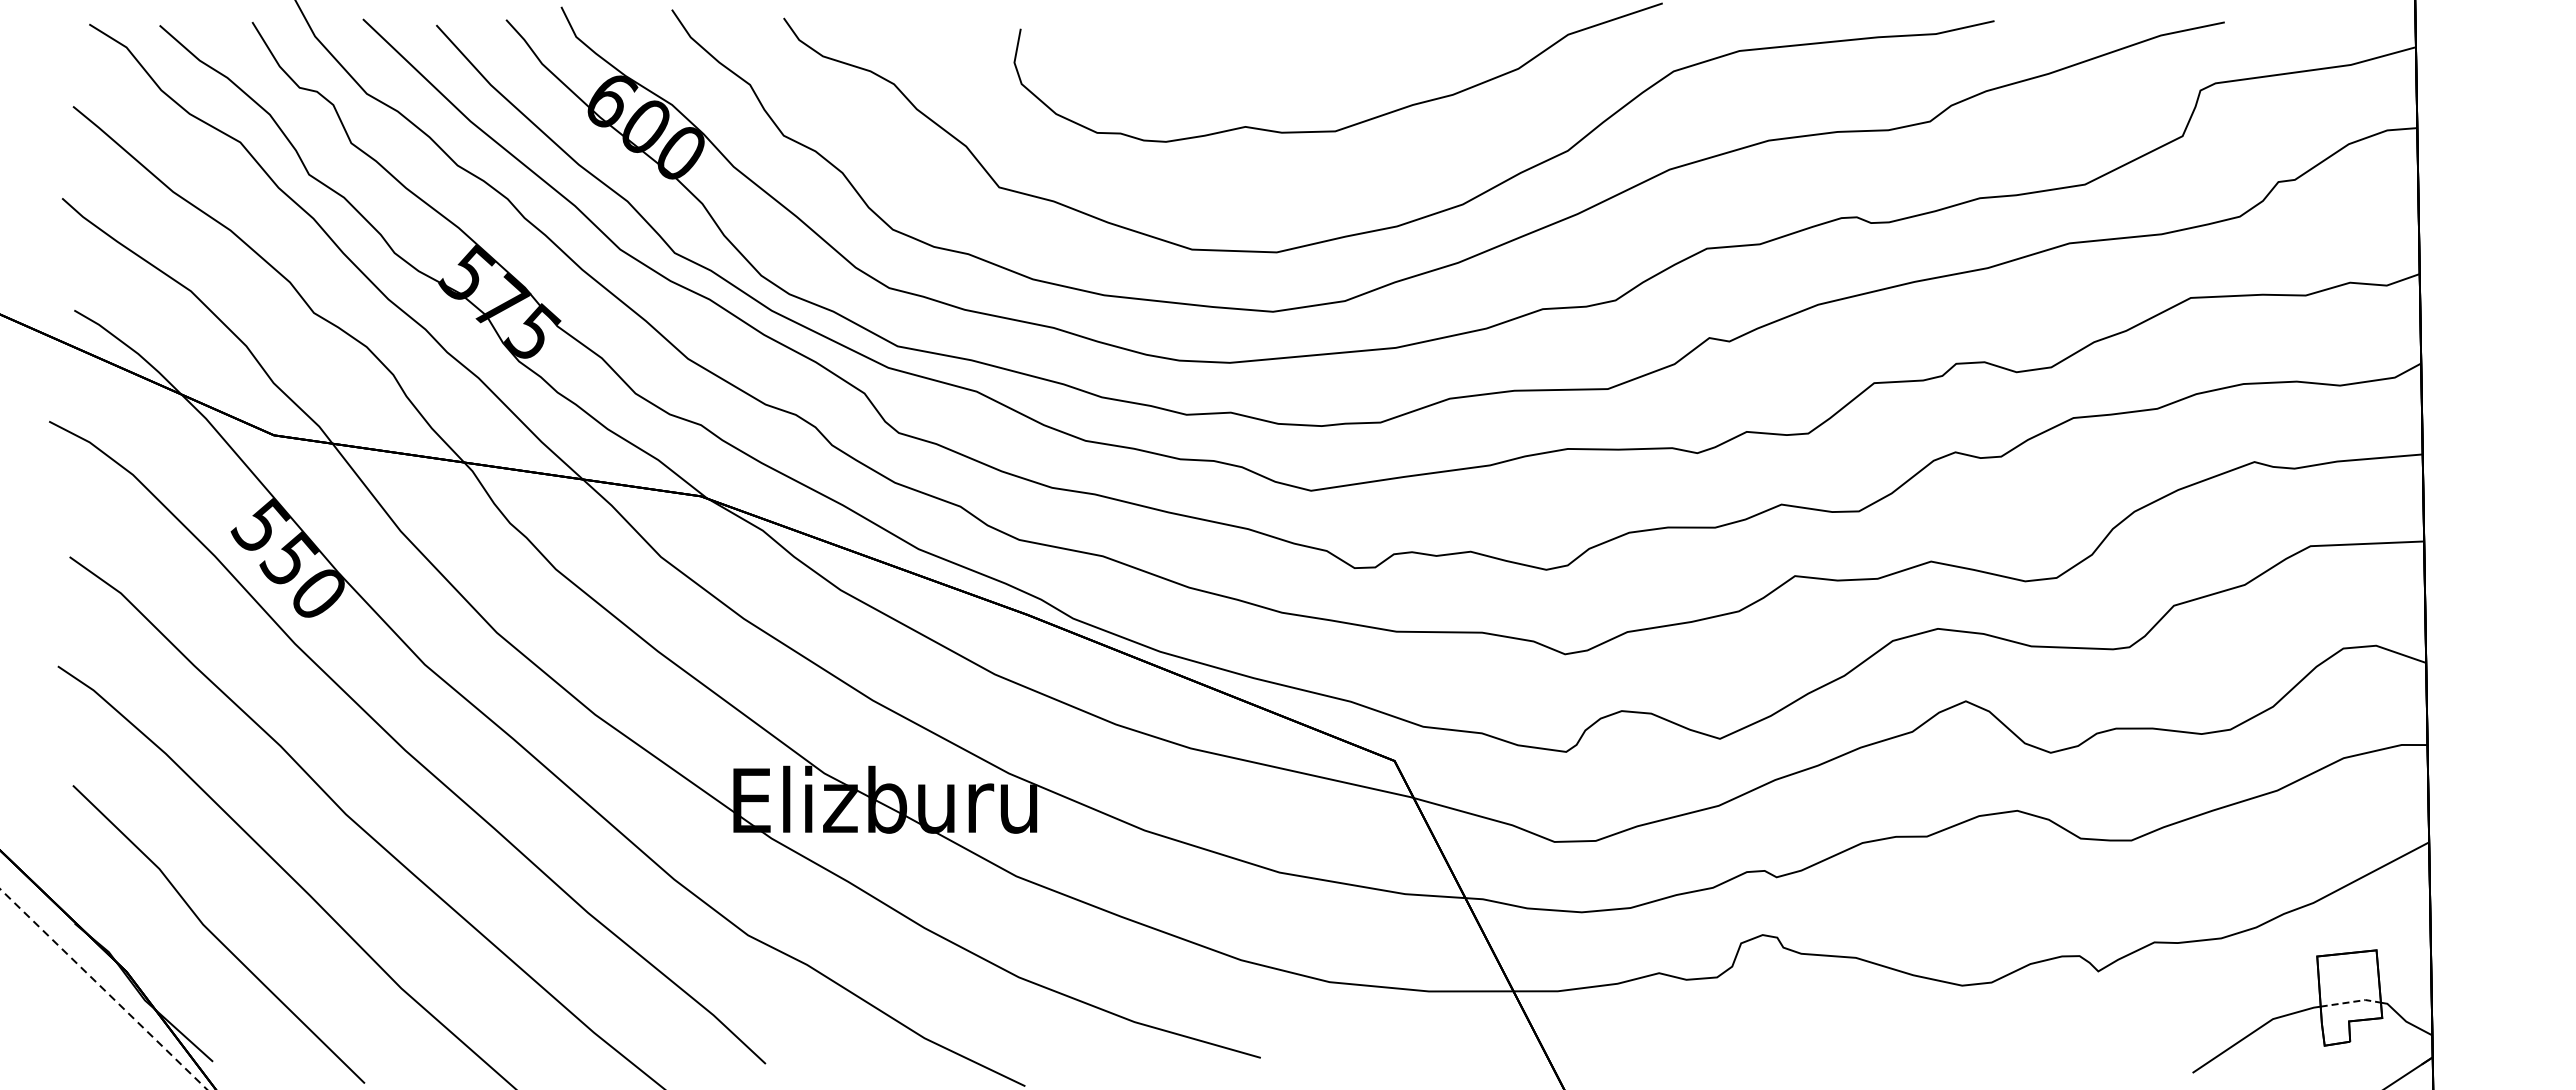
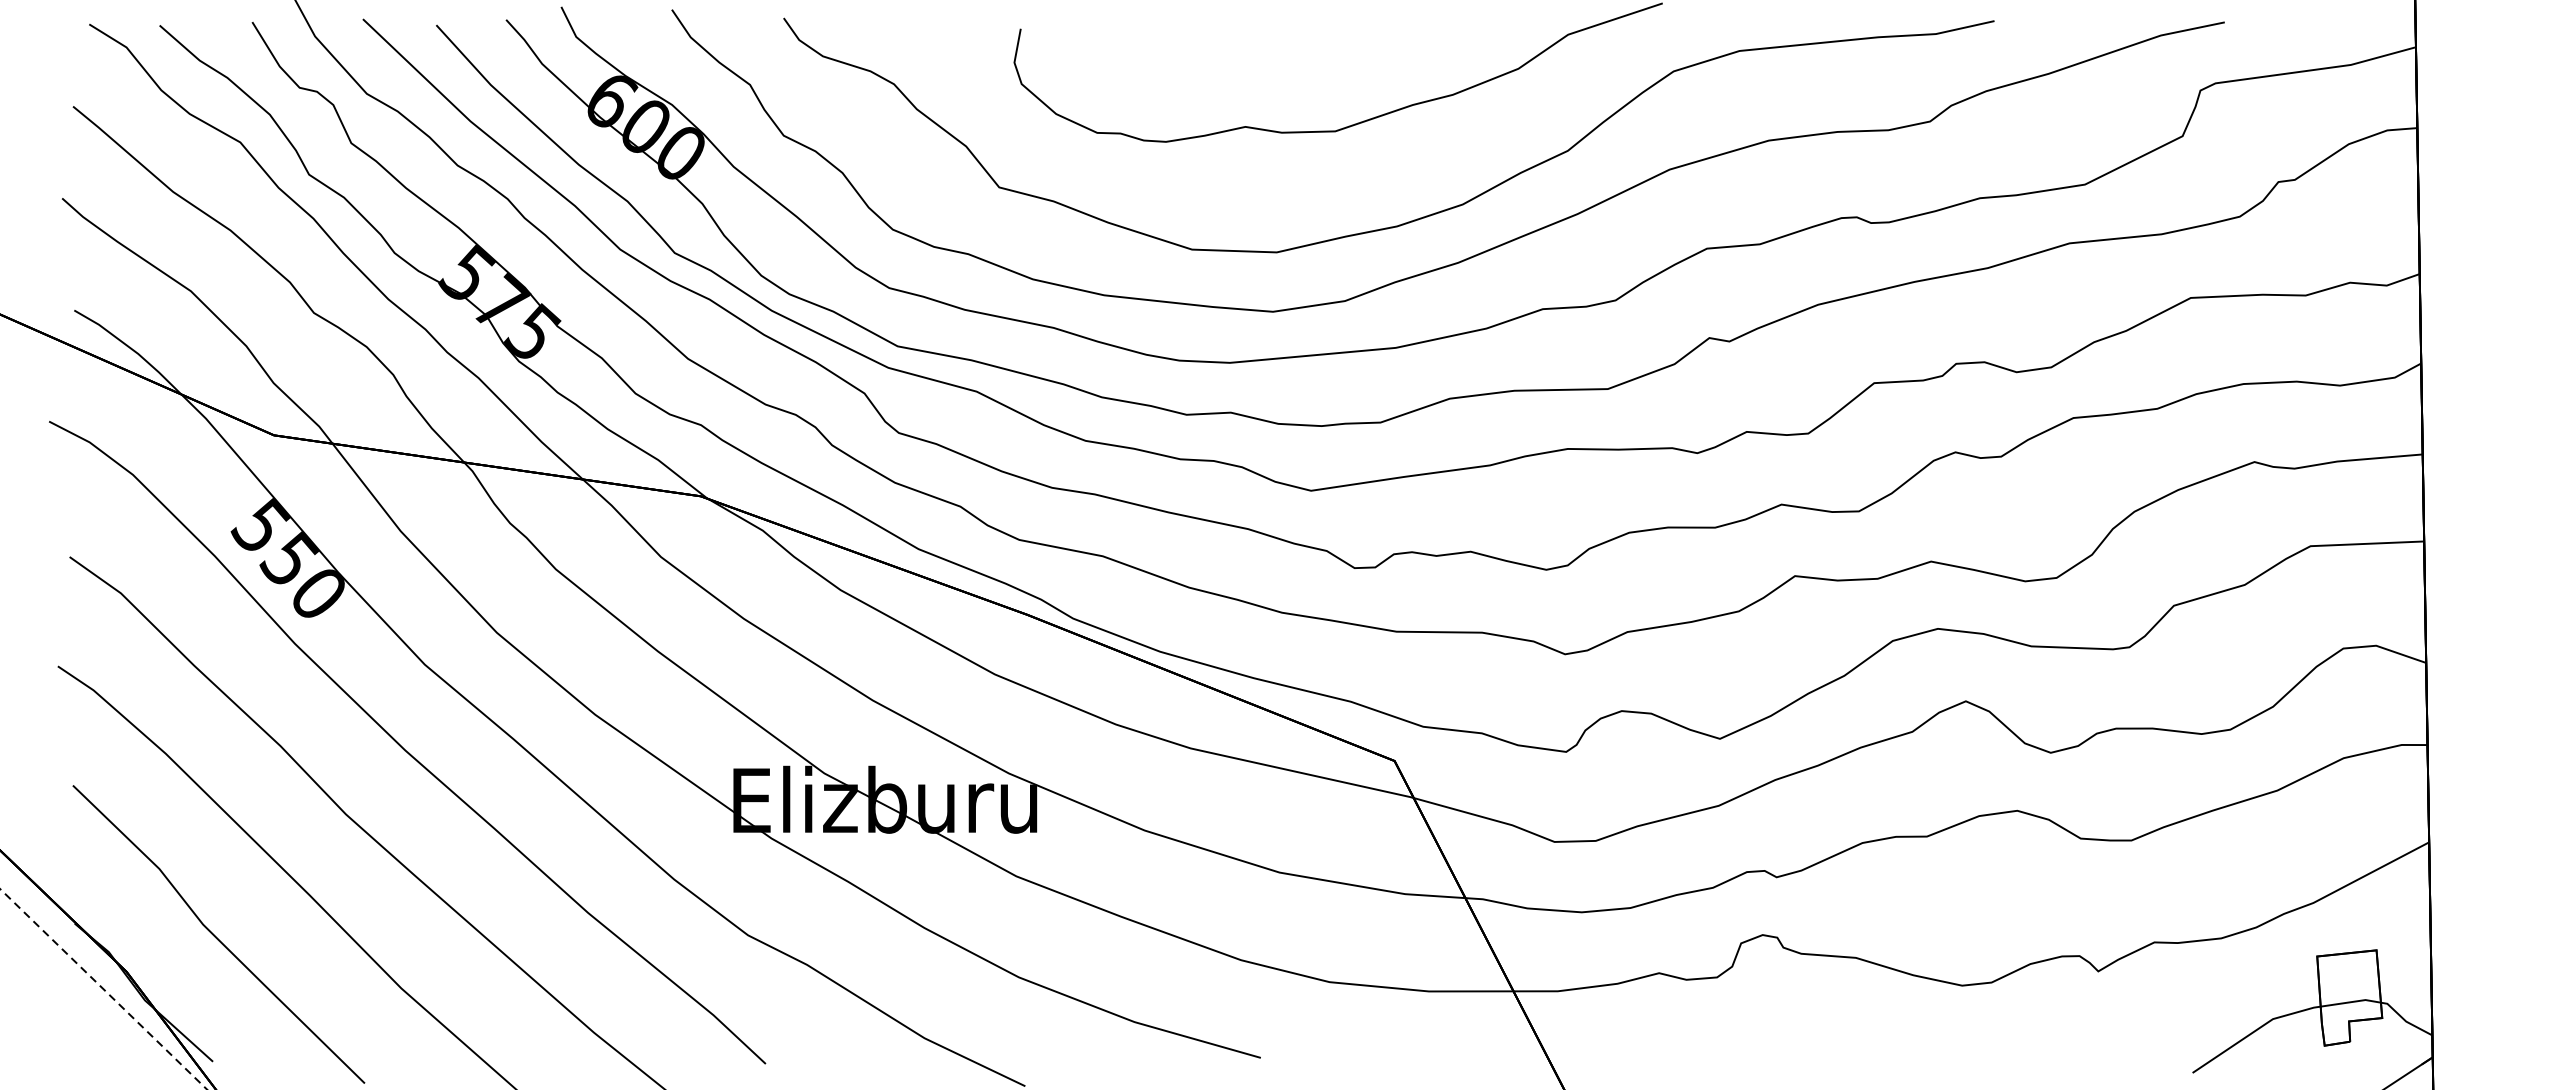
line at (2351, 1002): dashed -> solid
